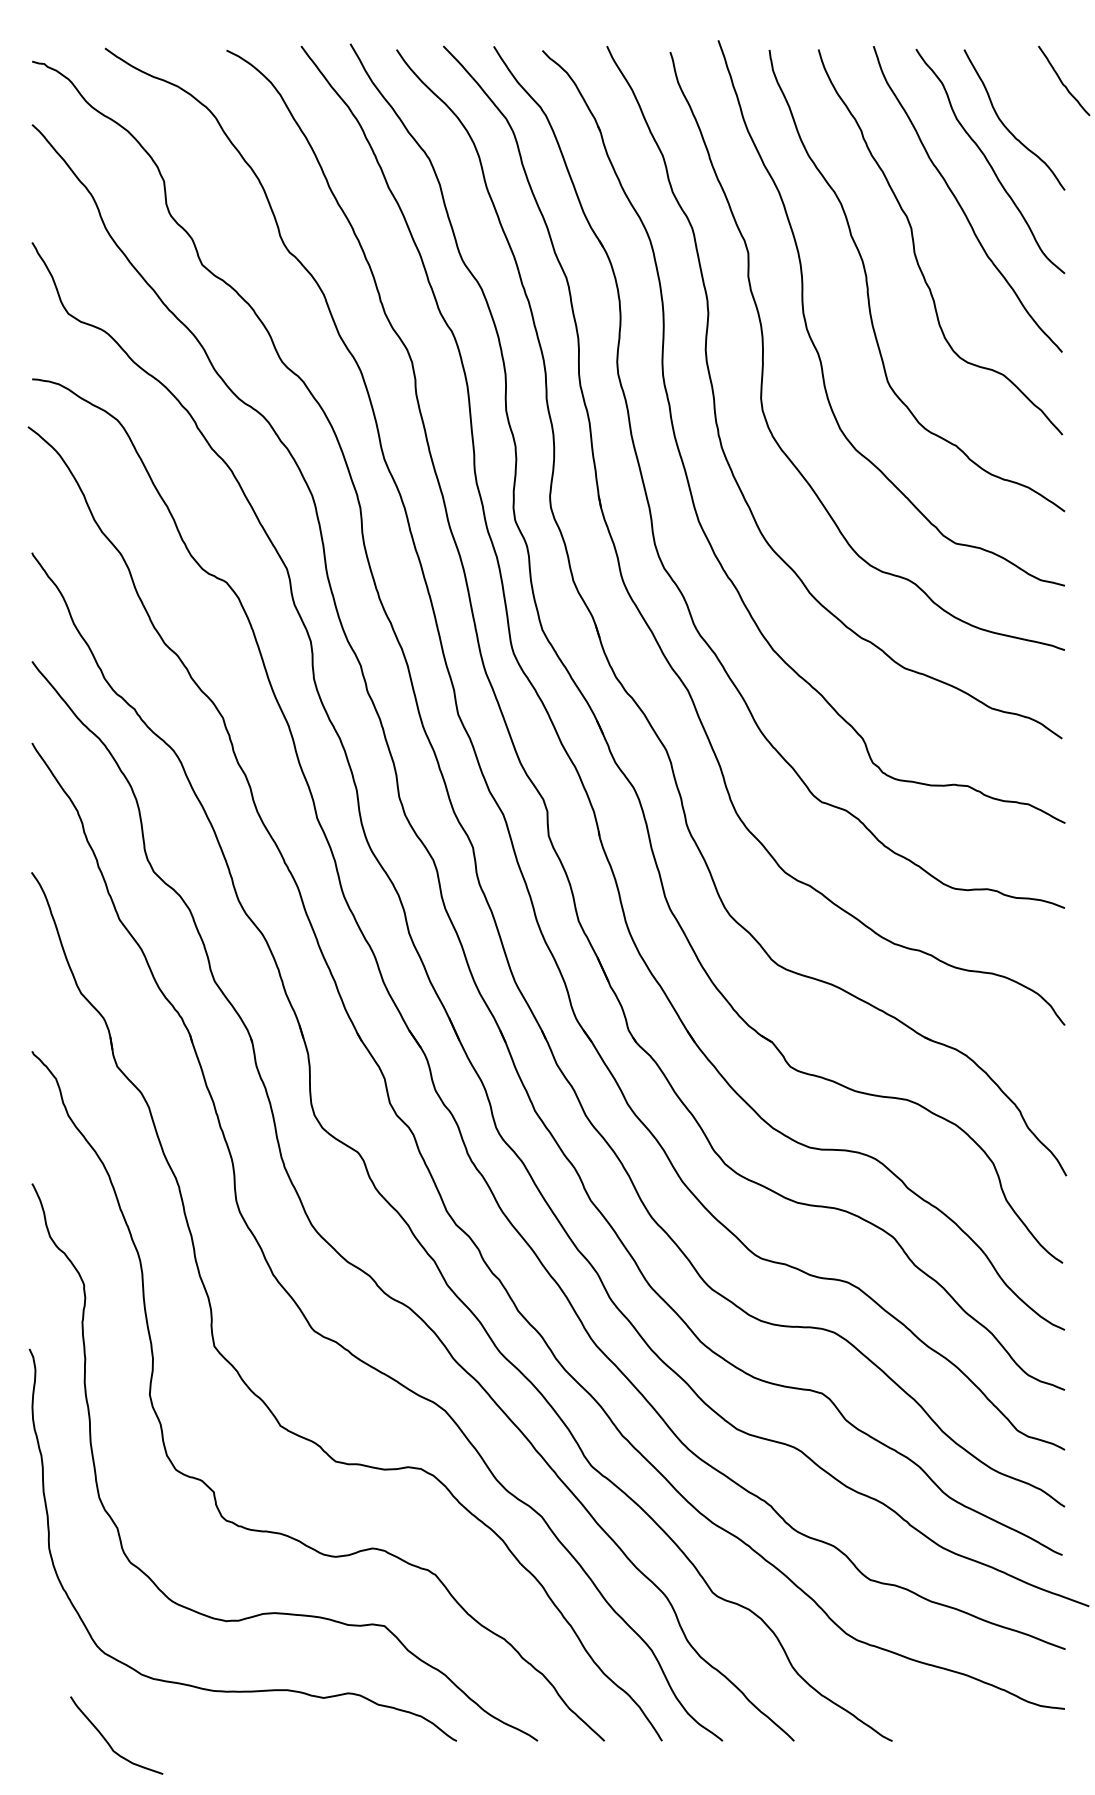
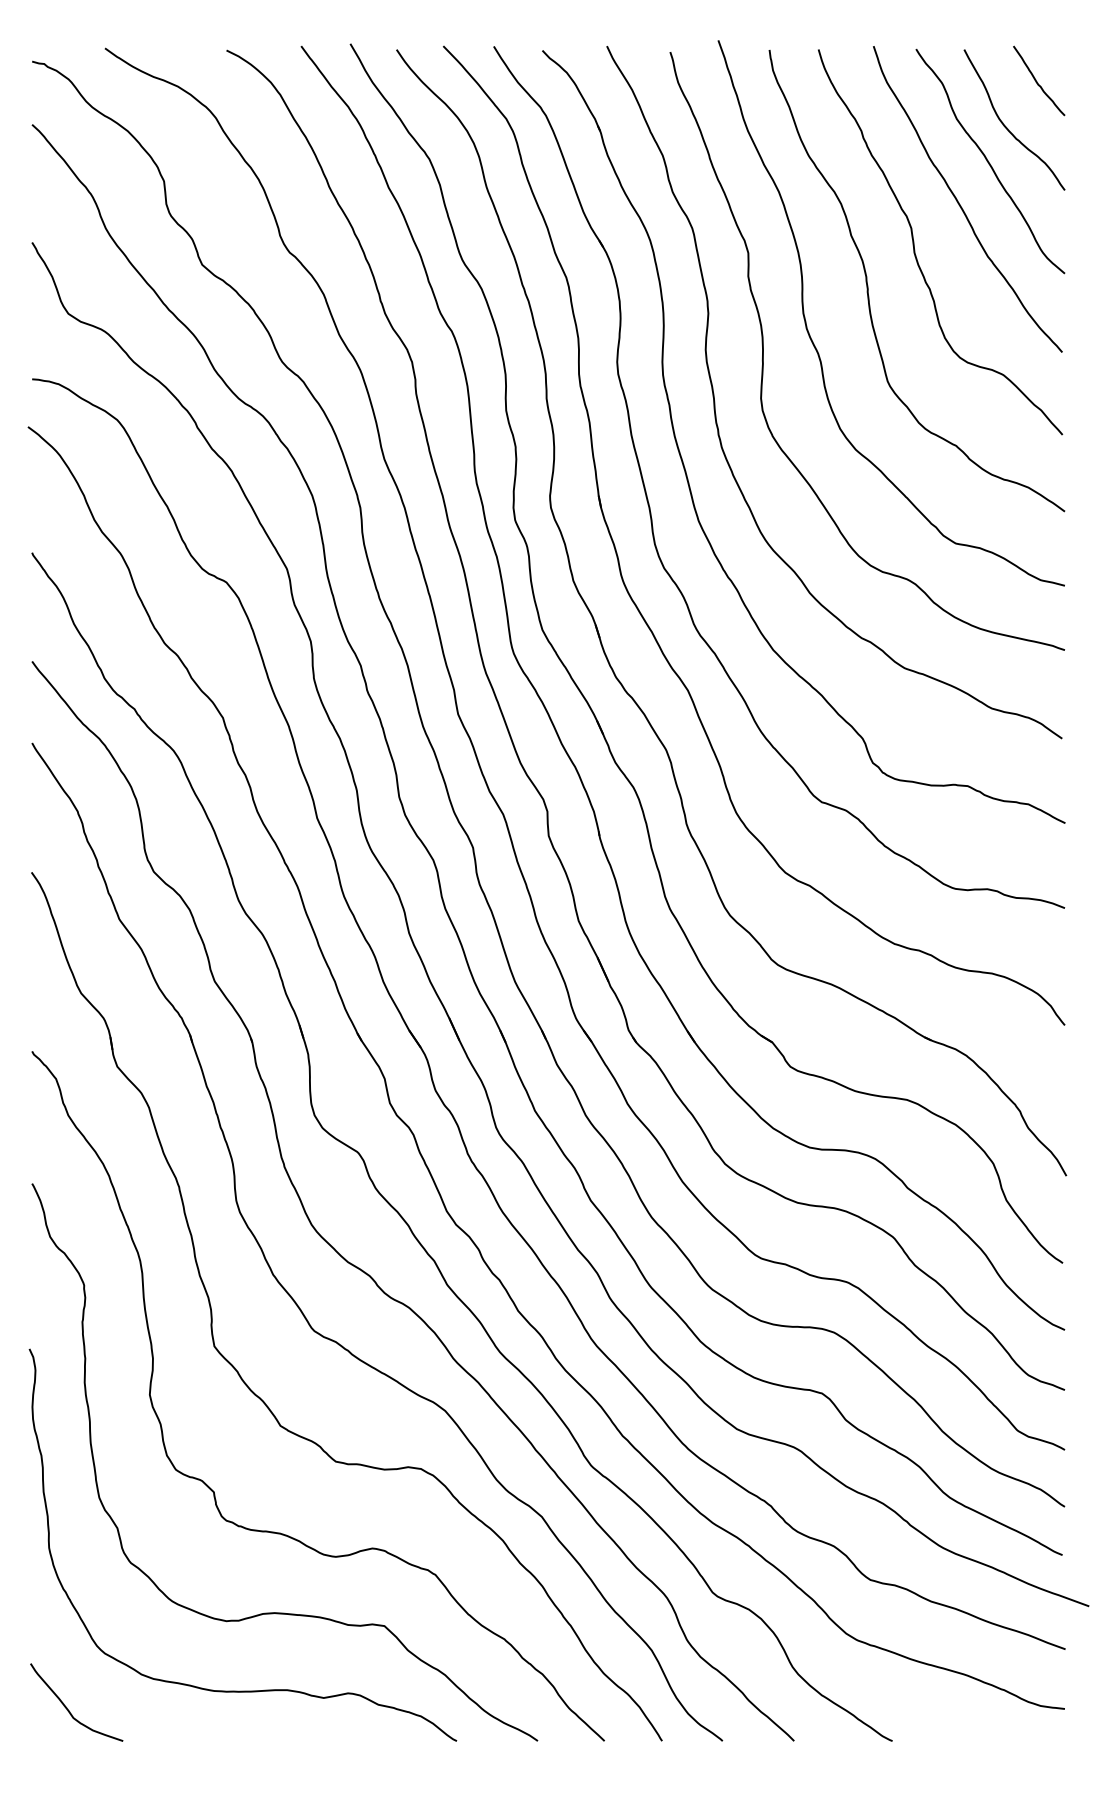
curve at (1062, 81) position: (1062, 81) -> (1037, 81)
curve at (107, 1740) position: (107, 1740) -> (67, 1707)
